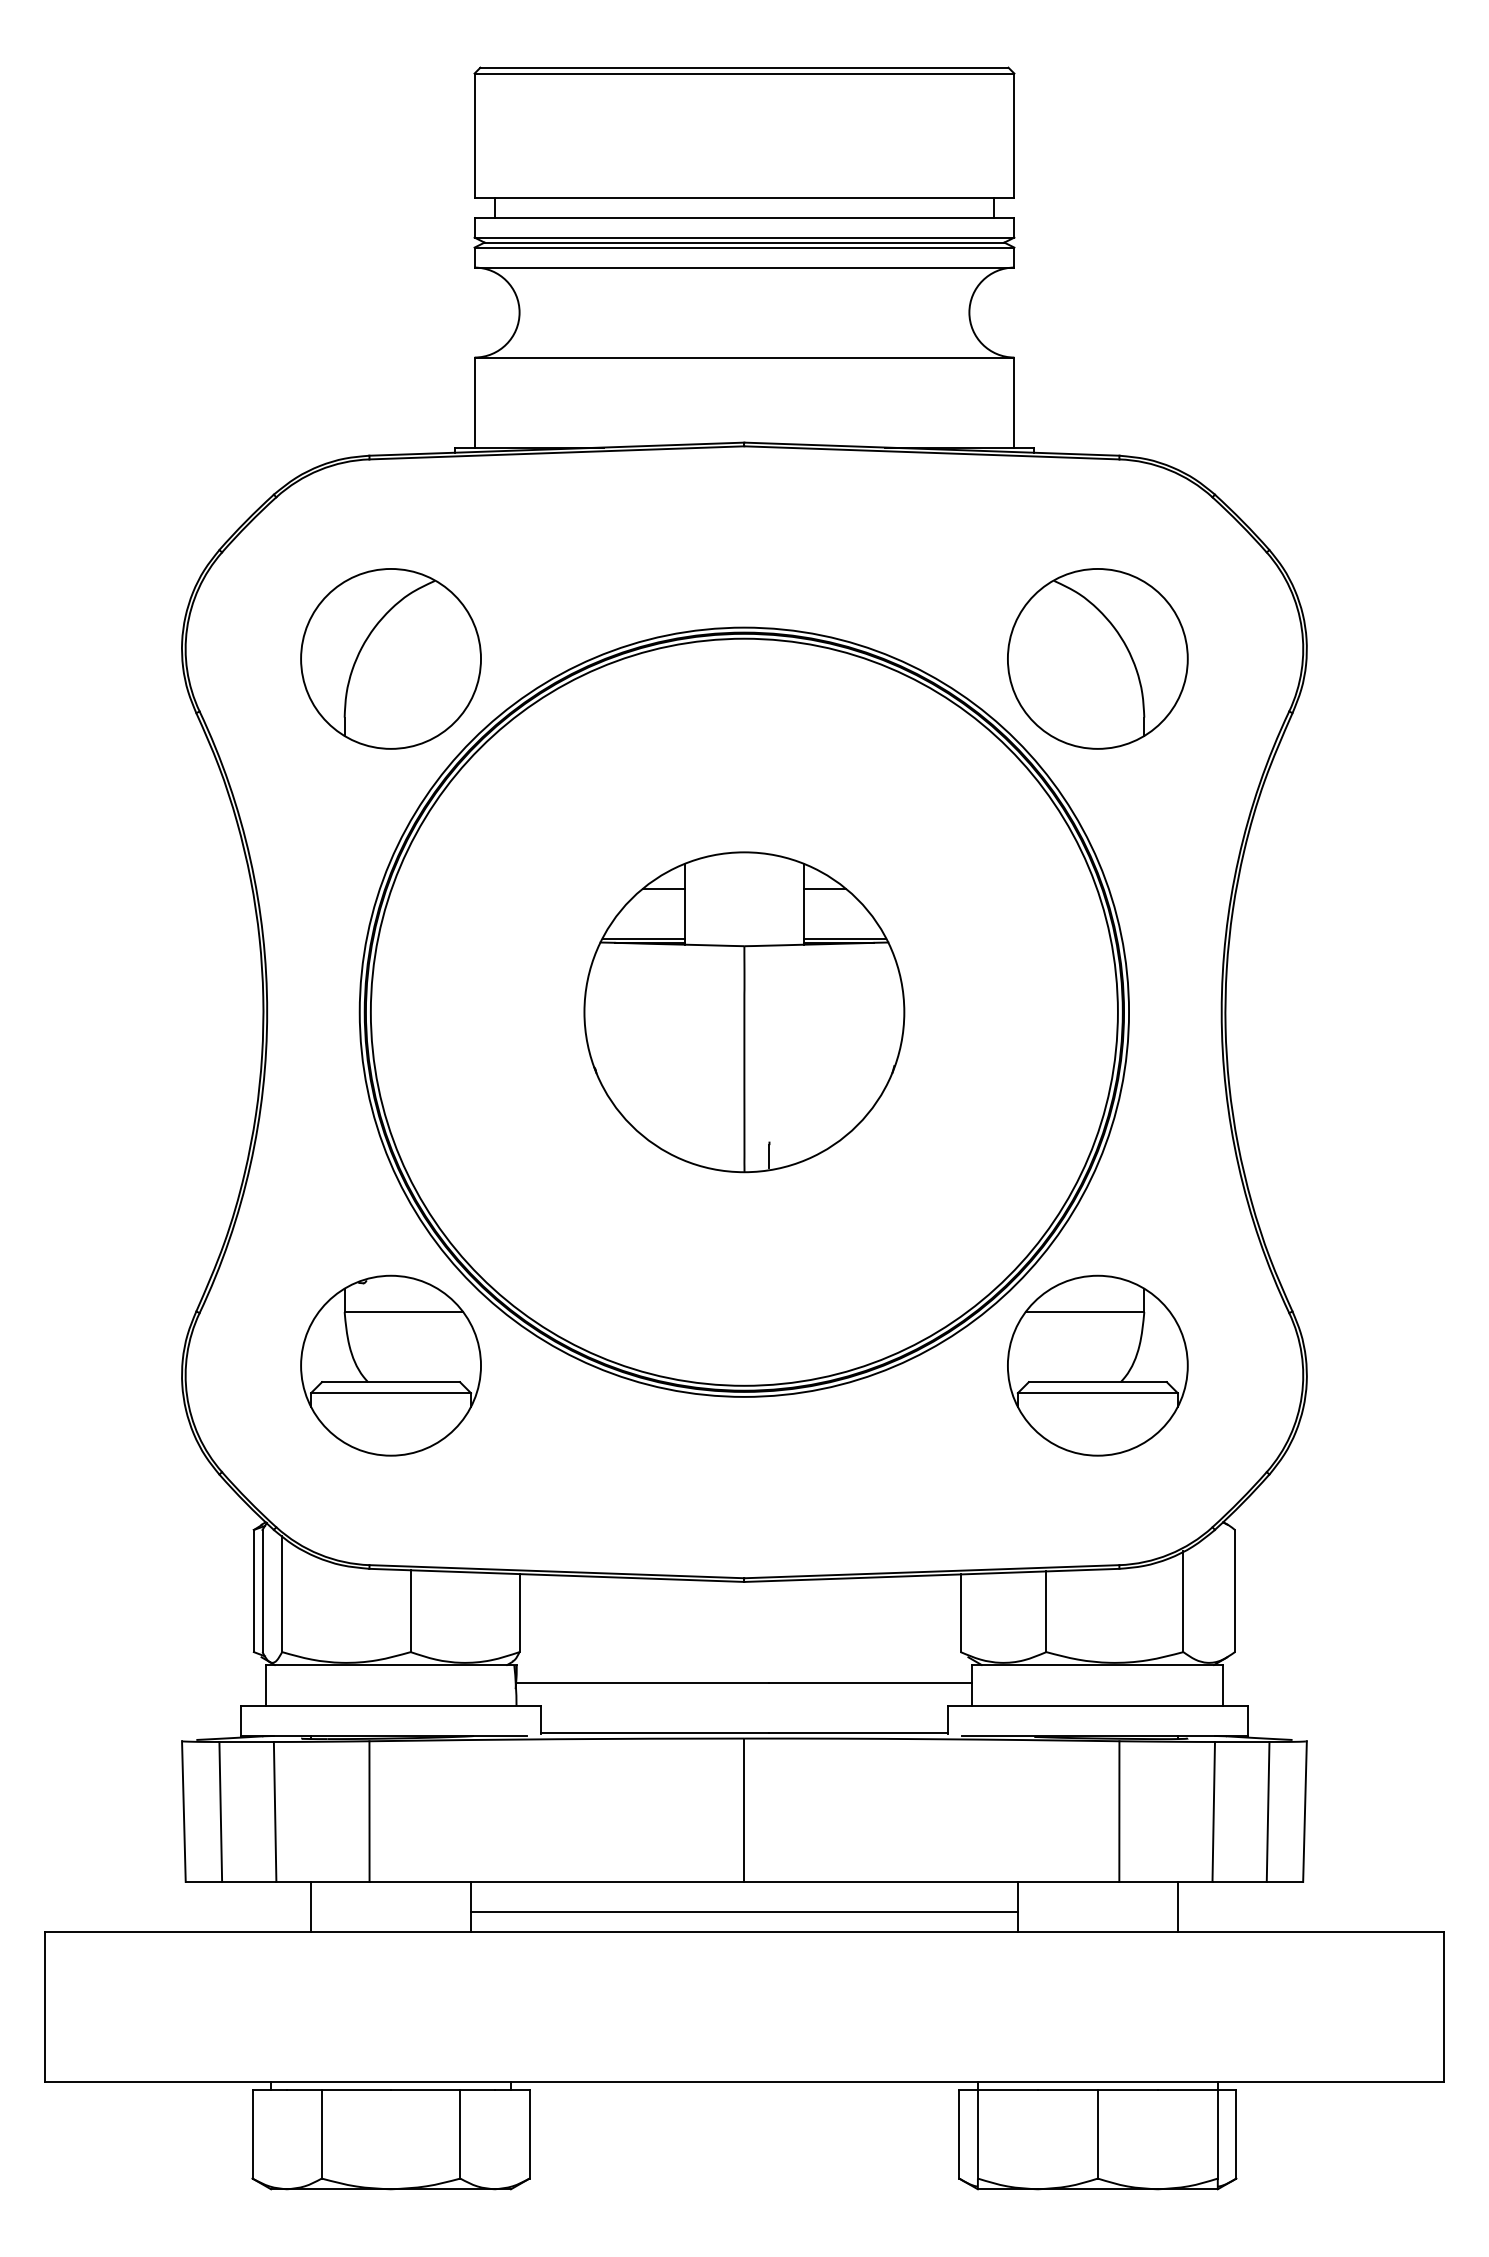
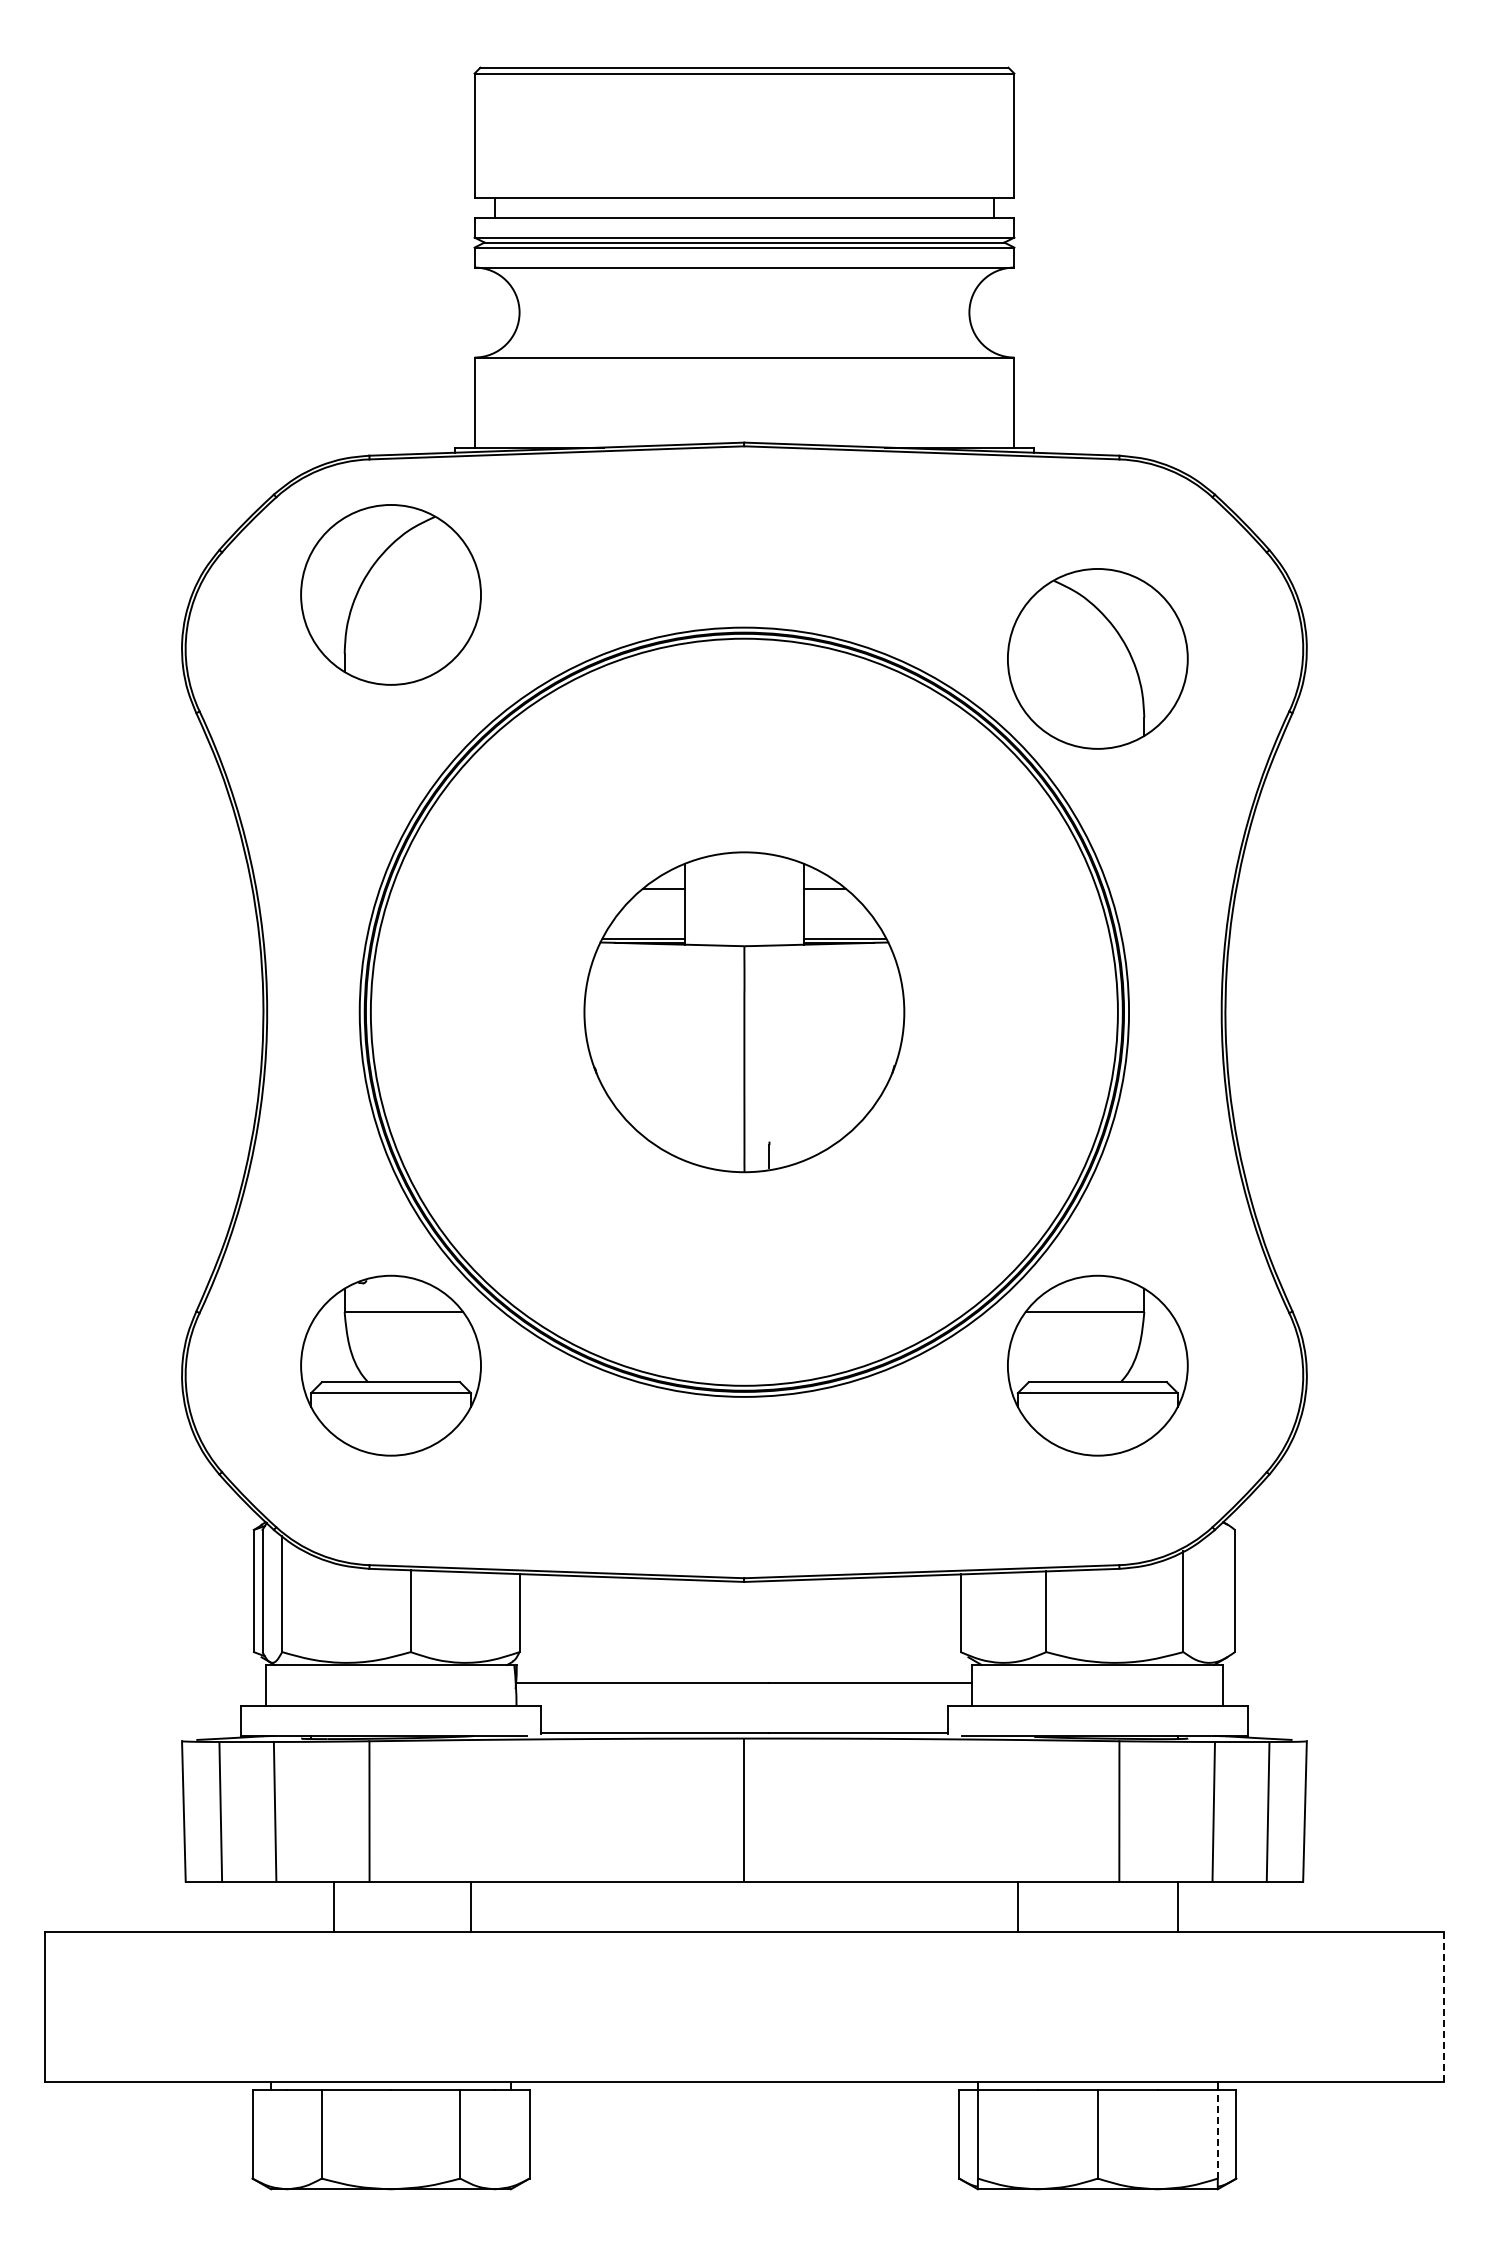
part at (390, 658) position: (390, 658) -> (390, 594)
line at (311, 1906) position: (311, 1906) -> (334, 1906)
line at (744, 1911): present -> none
line at (1444, 2006): solid -> dashed
line at (1217, 2133): solid -> dashed
